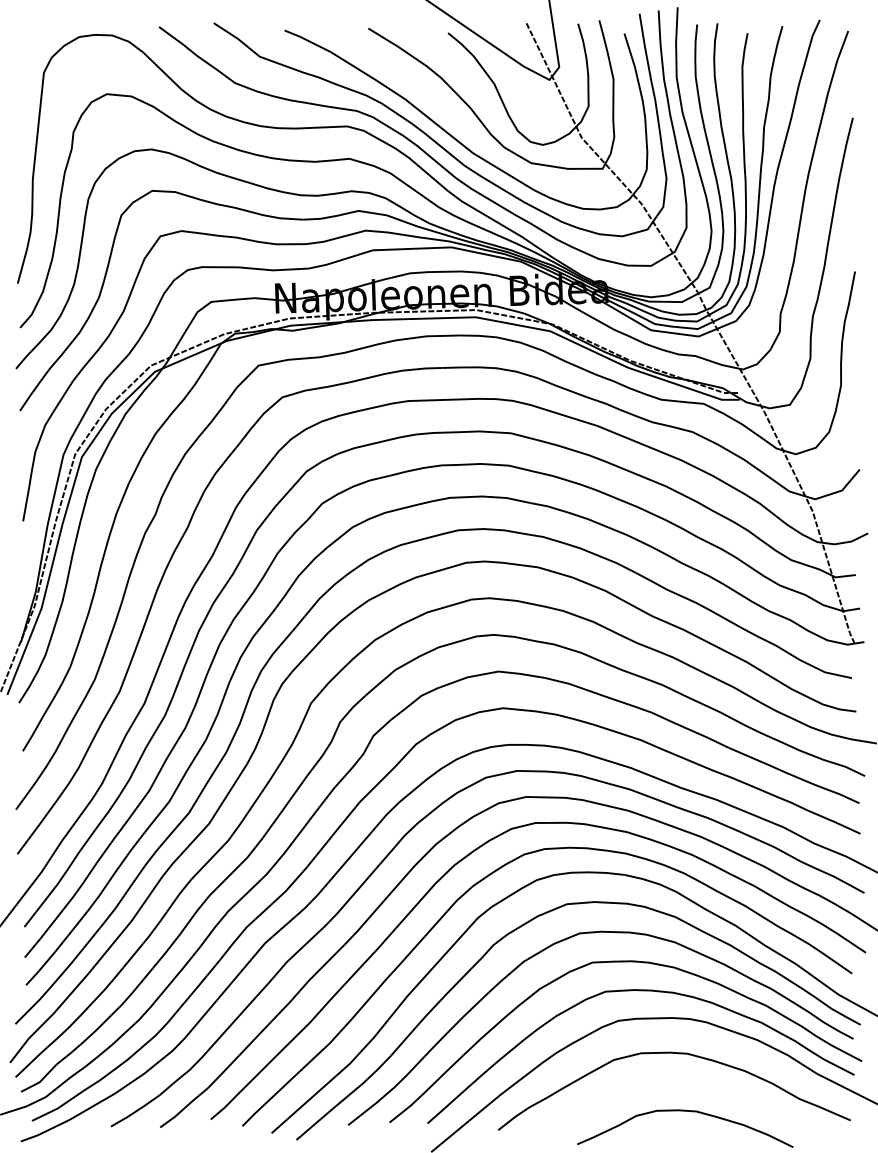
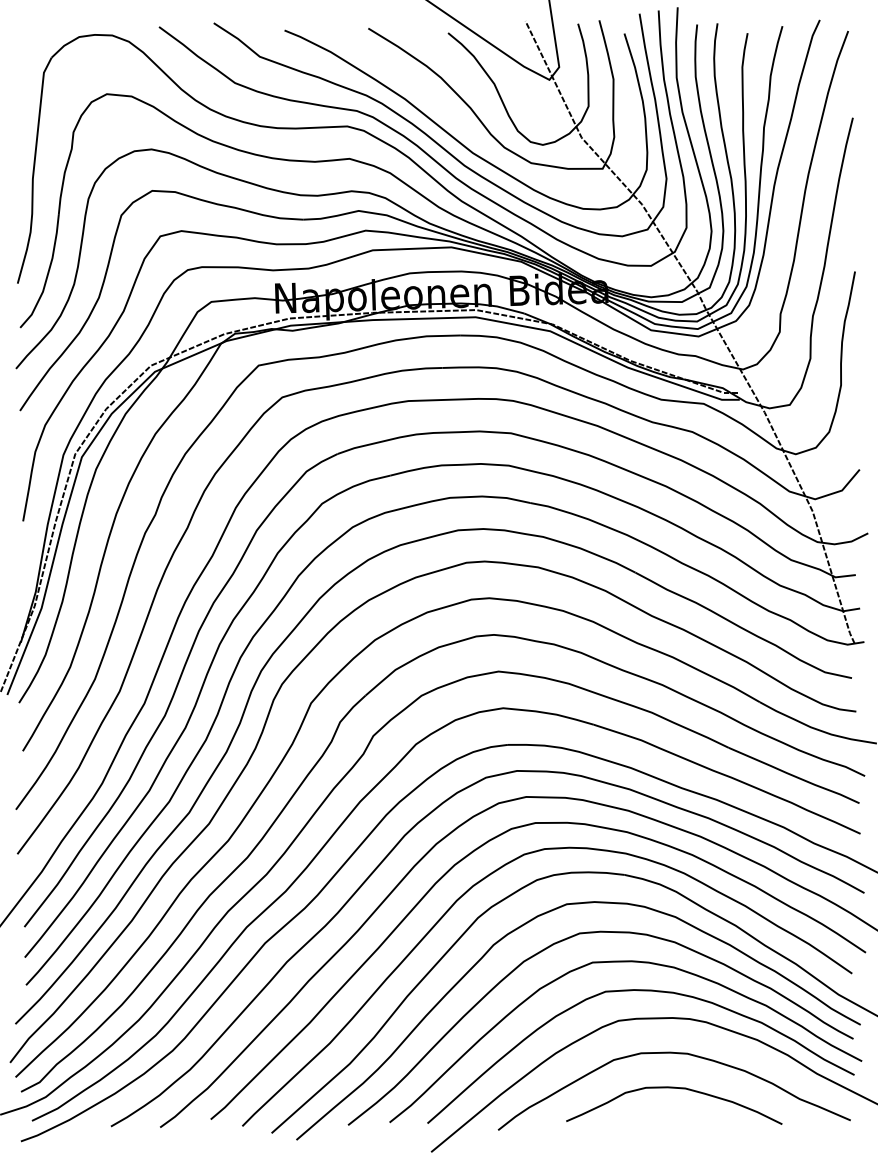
curve at (685, 1111) position: (685, 1111) -> (674, 1088)
